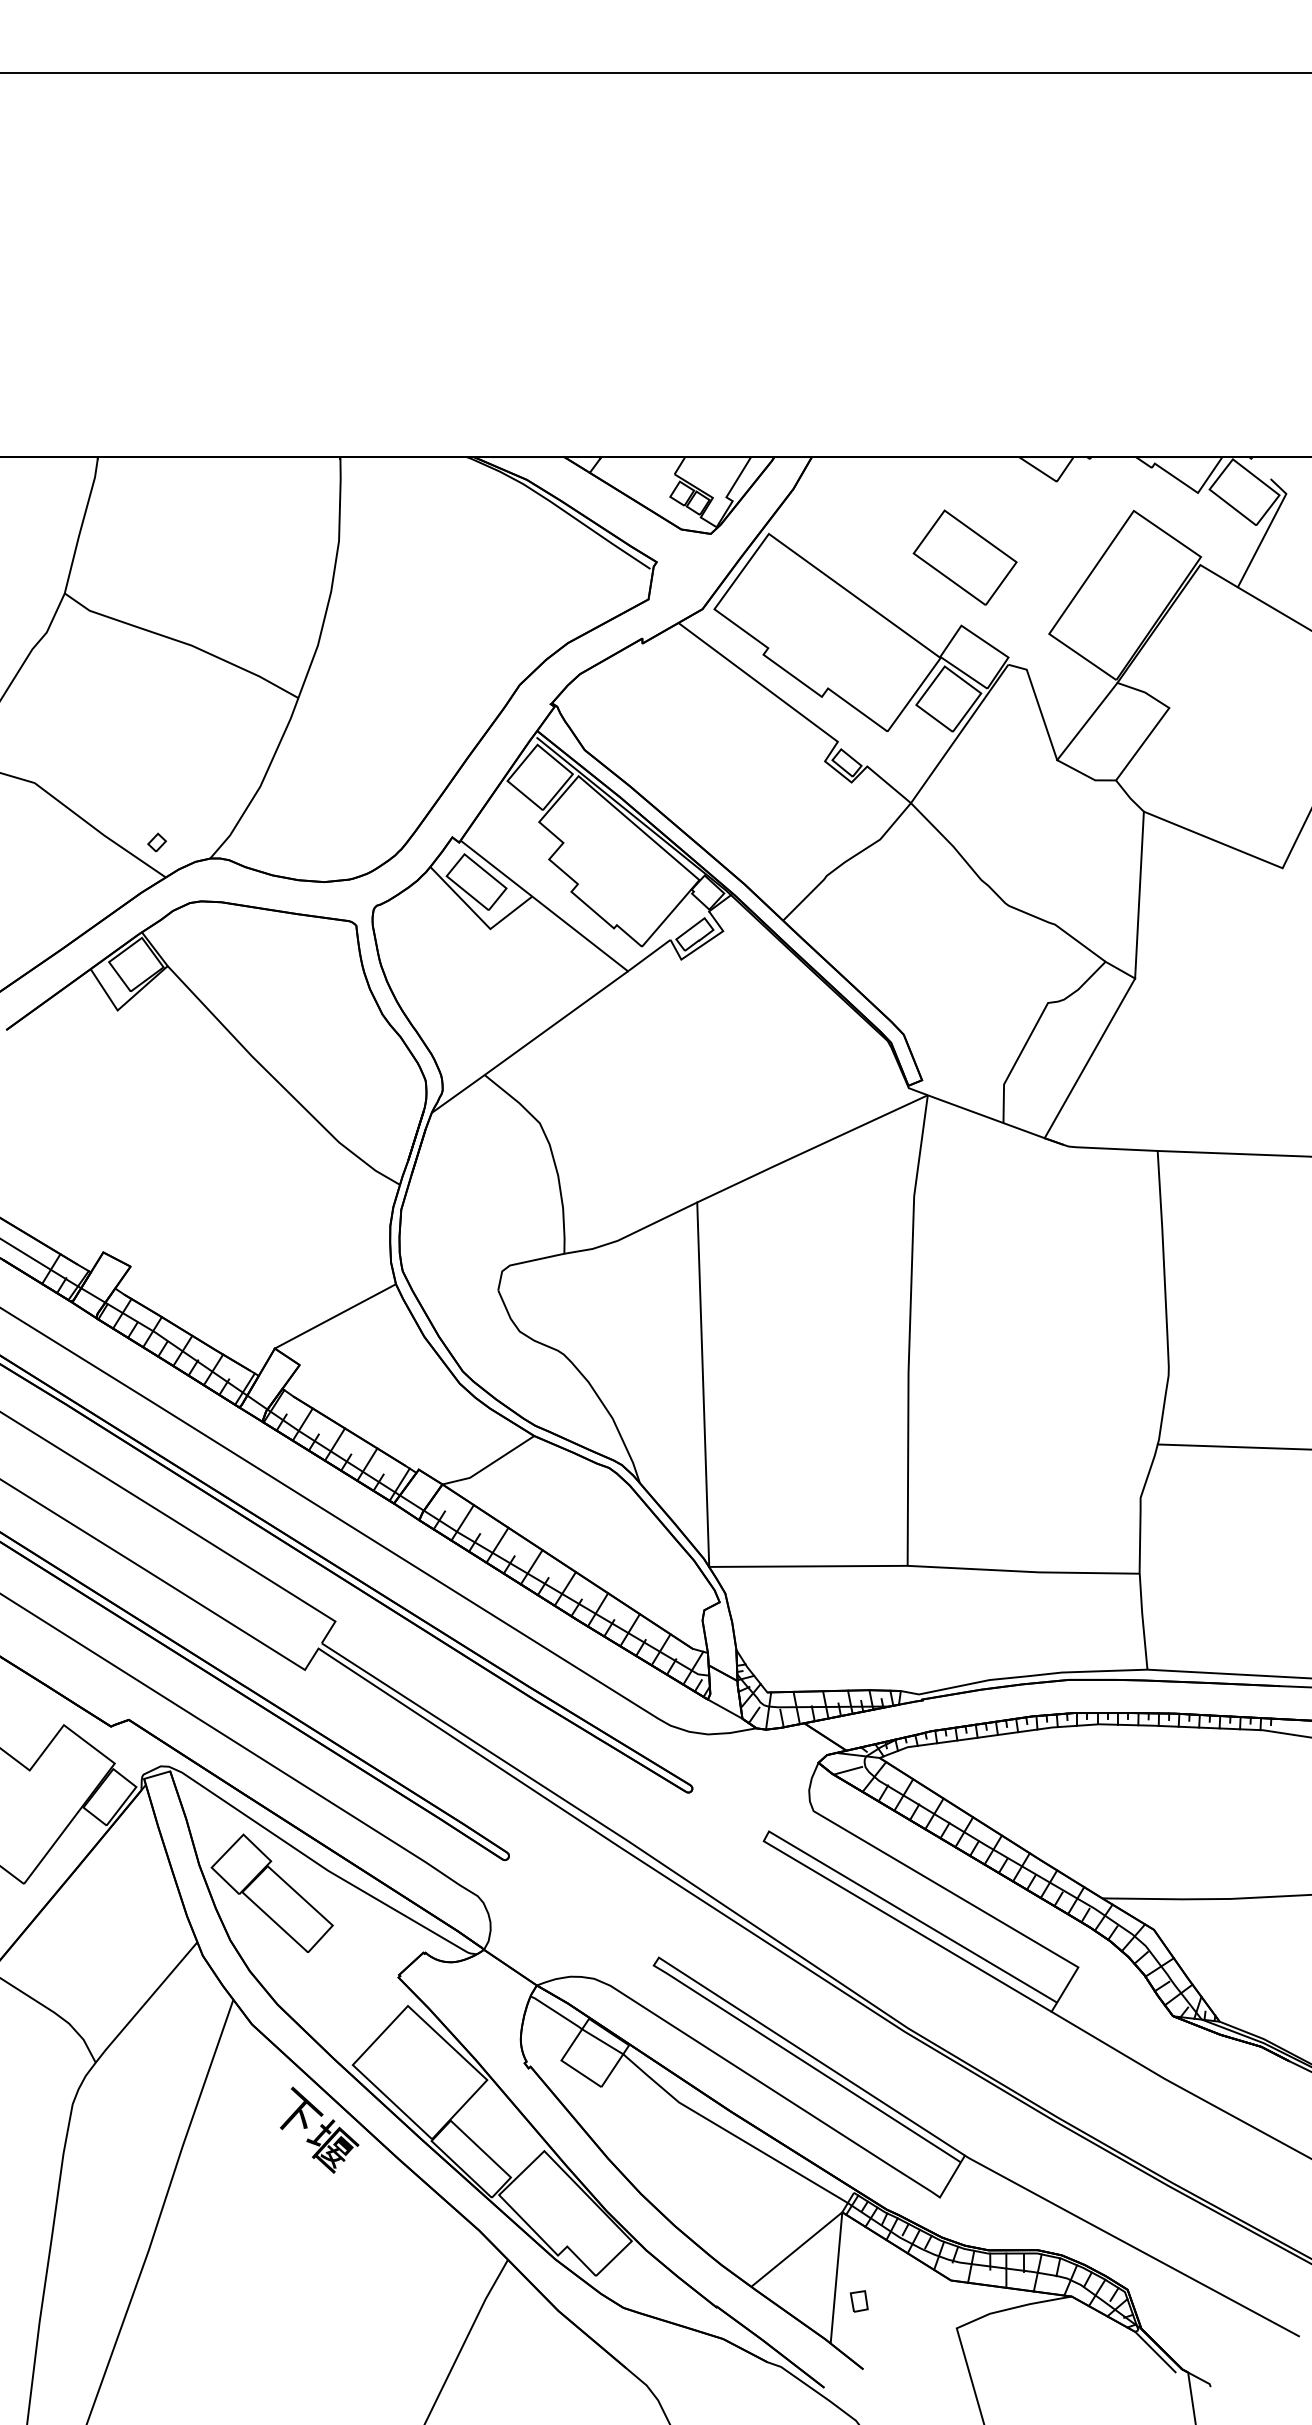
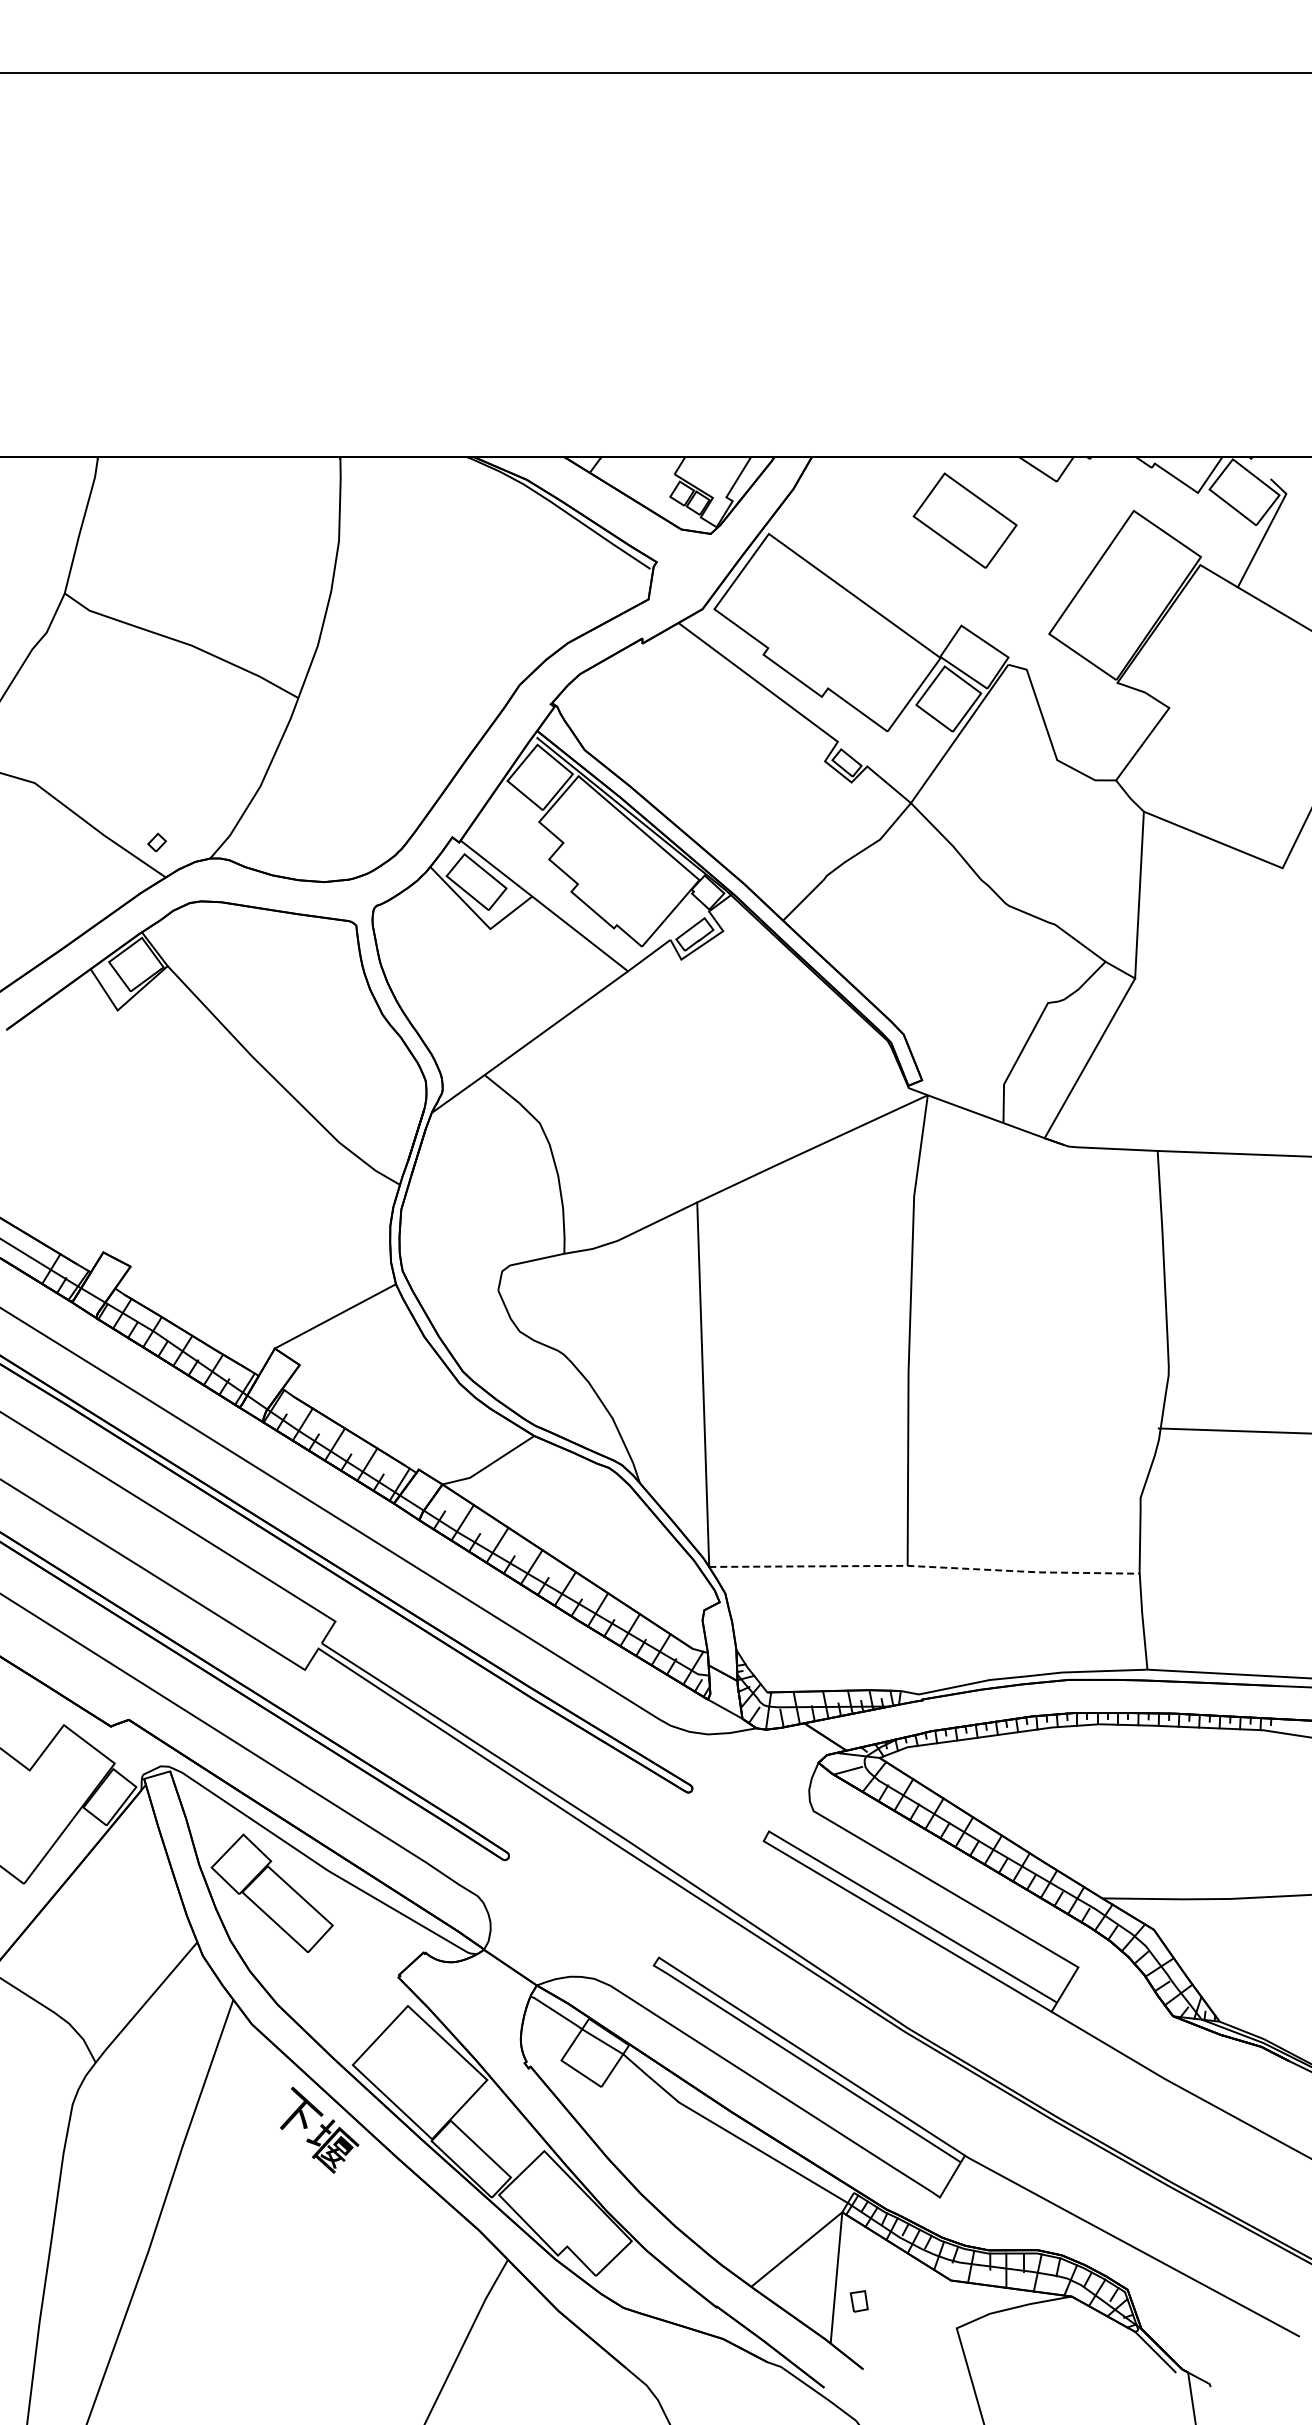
part at (964, 557) position: (964, 557) -> (964, 520)
line at (1087, 721): present -> none
line at (1232, 1446) position: (1232, 1446) -> (1233, 1430)
line at (924, 1566): solid -> dashed
